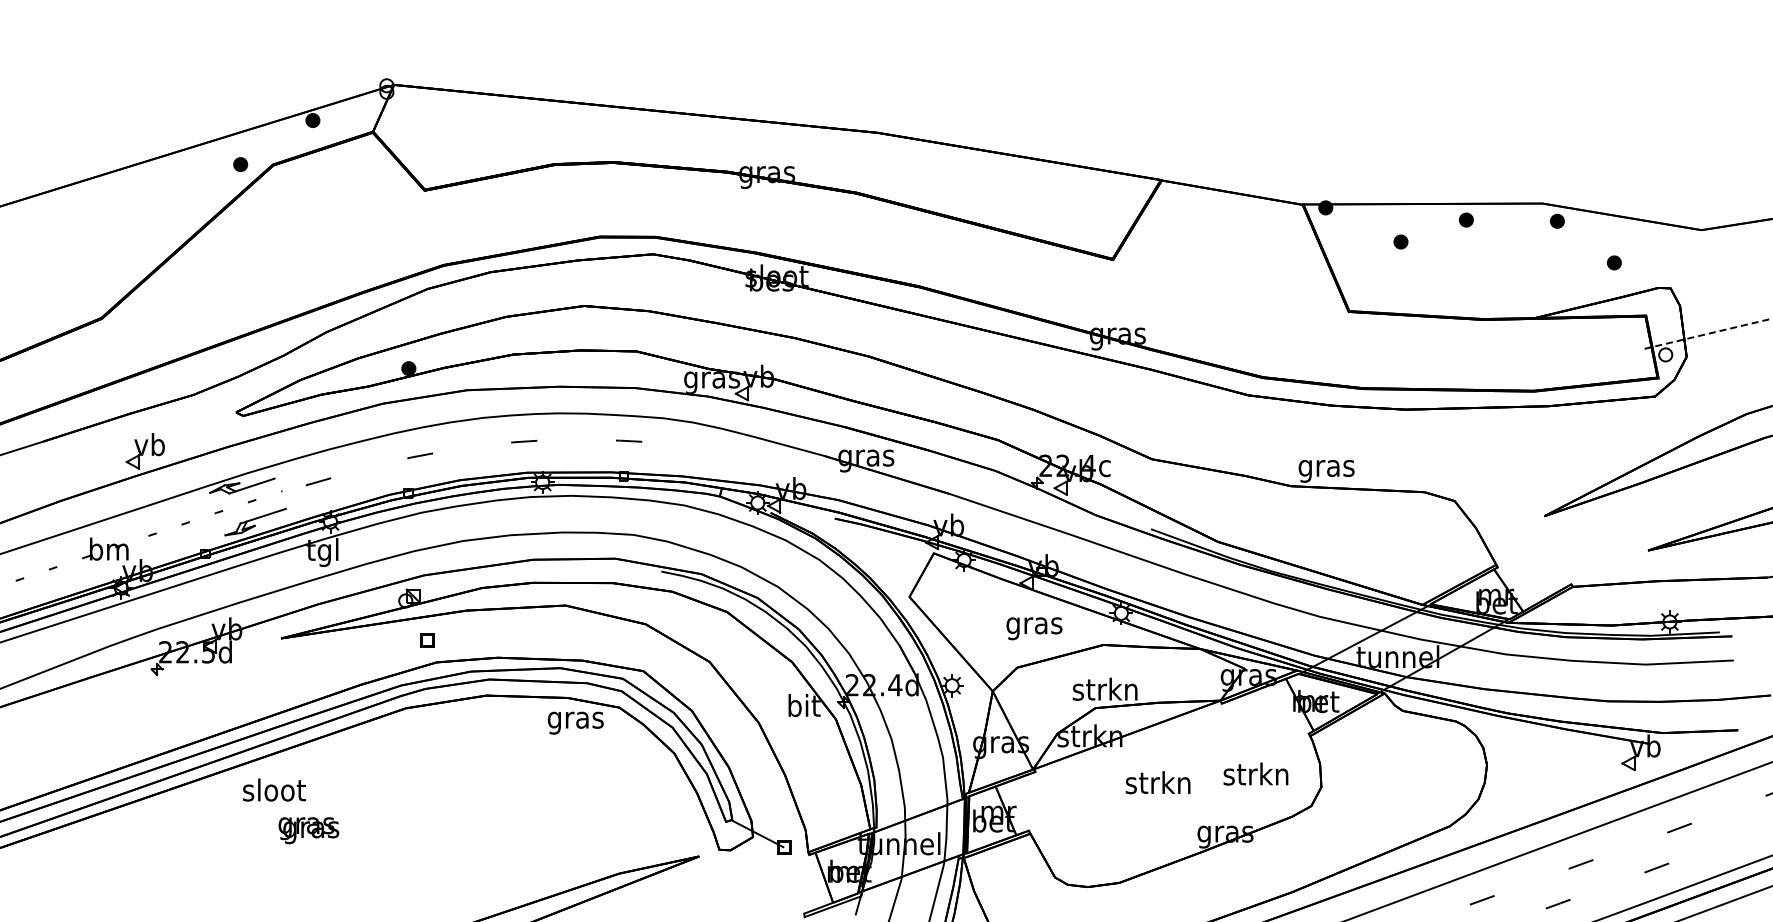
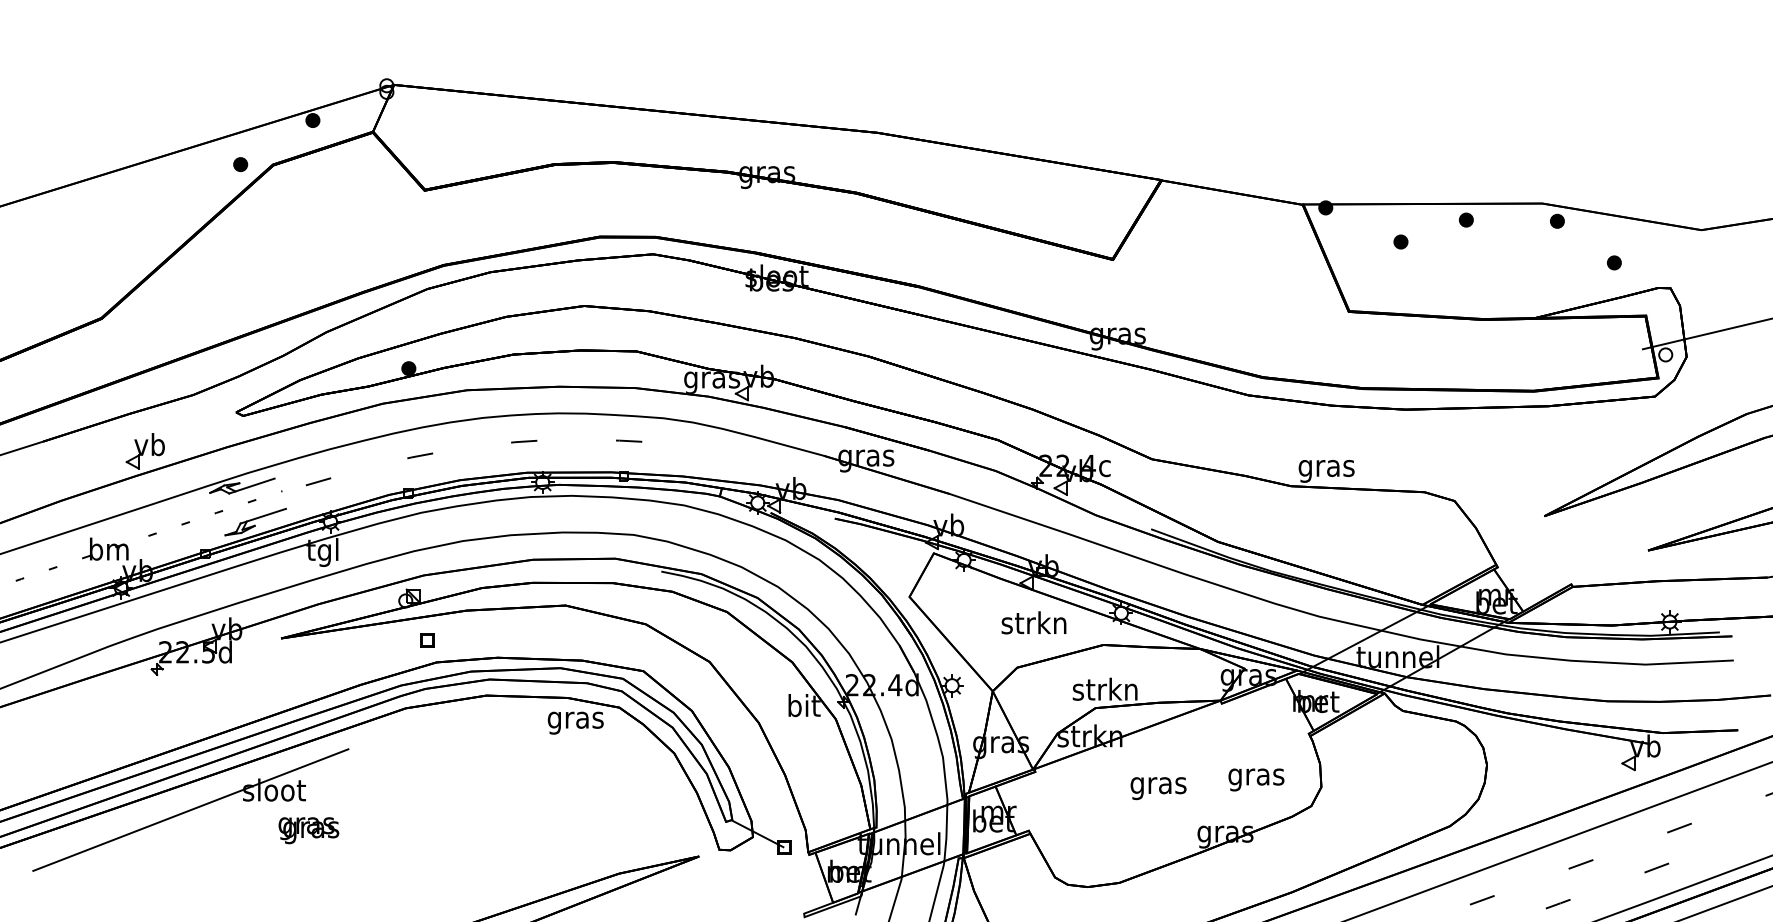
line at (1707, 334): dashed -> solid
text at (1033, 625): gras -> strkn
text at (1255, 776): strkn -> gras
text at (1157, 785): strkn -> gras
line at (190, 809): none -> present
